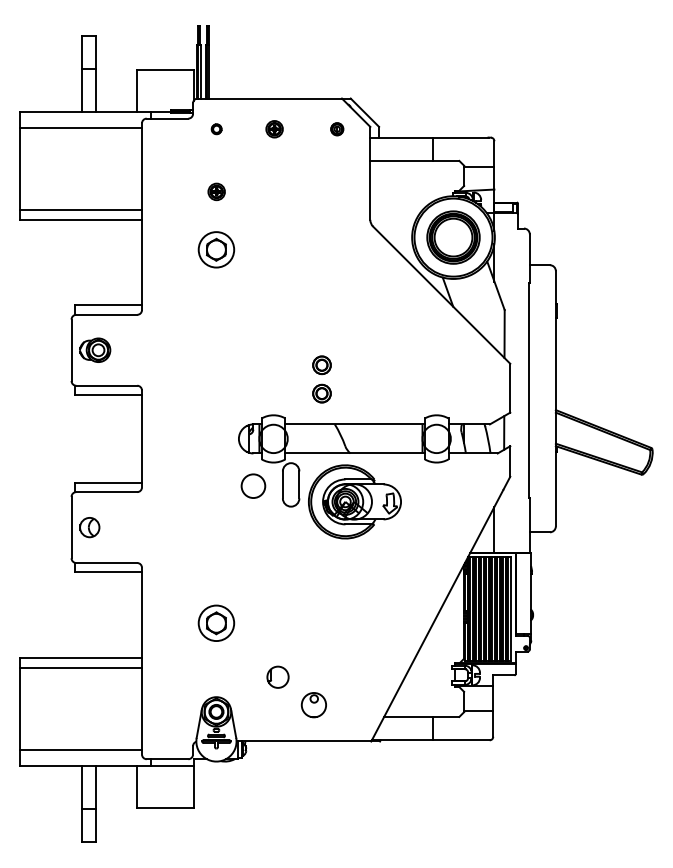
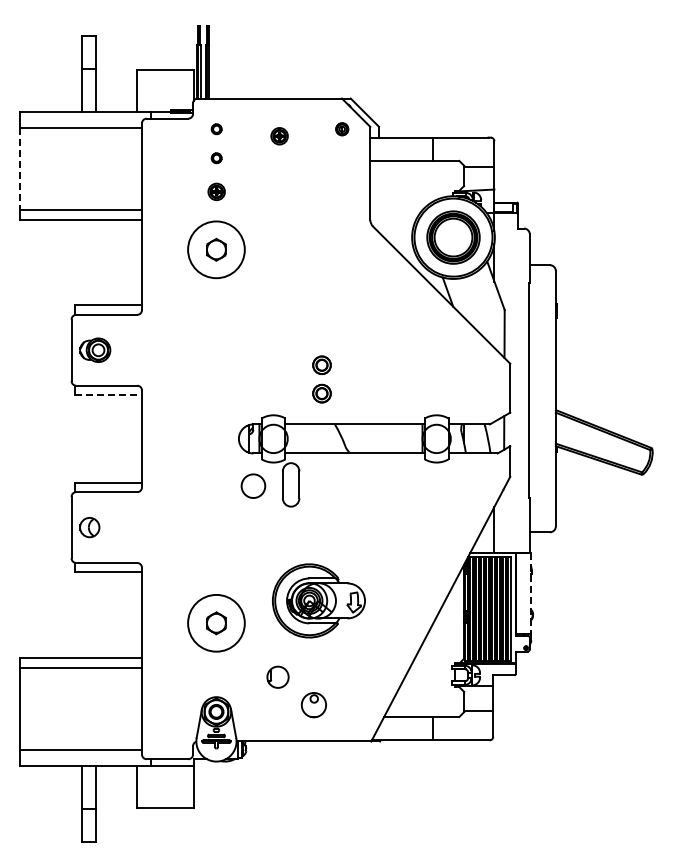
part at (274, 129) position: (274, 129) -> (279, 136)
part at (337, 129) position: (337, 129) -> (342, 129)
part at (216, 158): none -> present
line at (20, 168): solid -> dashed
circle at (216, 249) diameter: 35 px -> 57 px
line at (109, 395): solid -> dashed
part at (354, 501) position: (354, 501) -> (318, 600)
line at (531, 593): solid -> dashed
circle at (216, 623) diameter: 35 px -> 57 px
